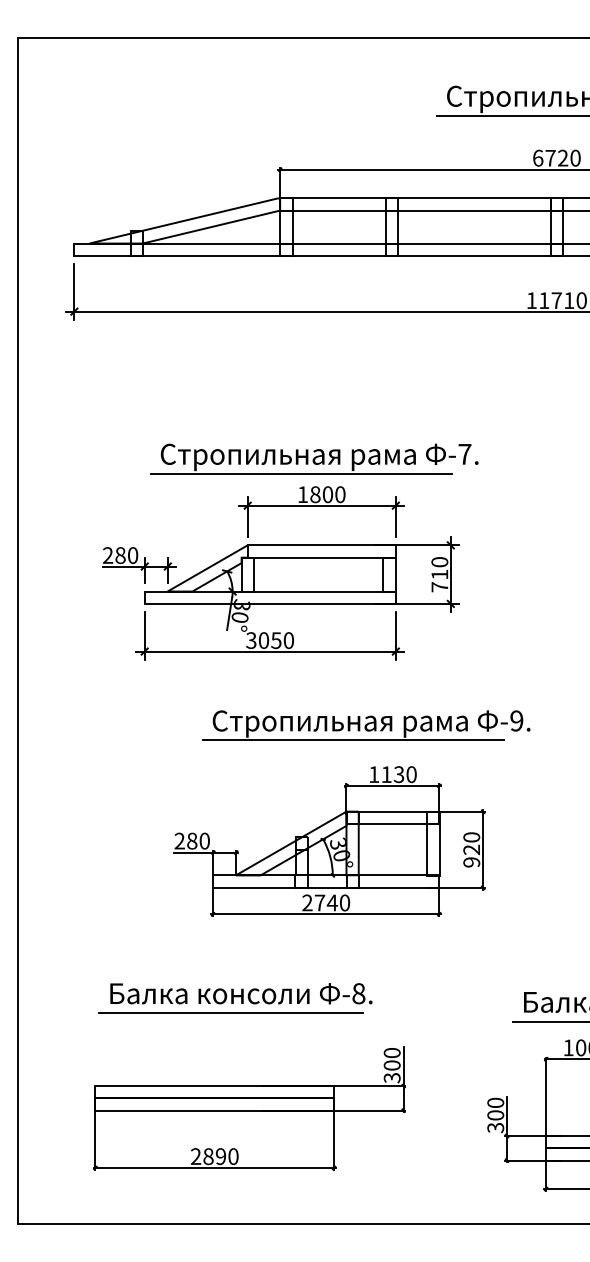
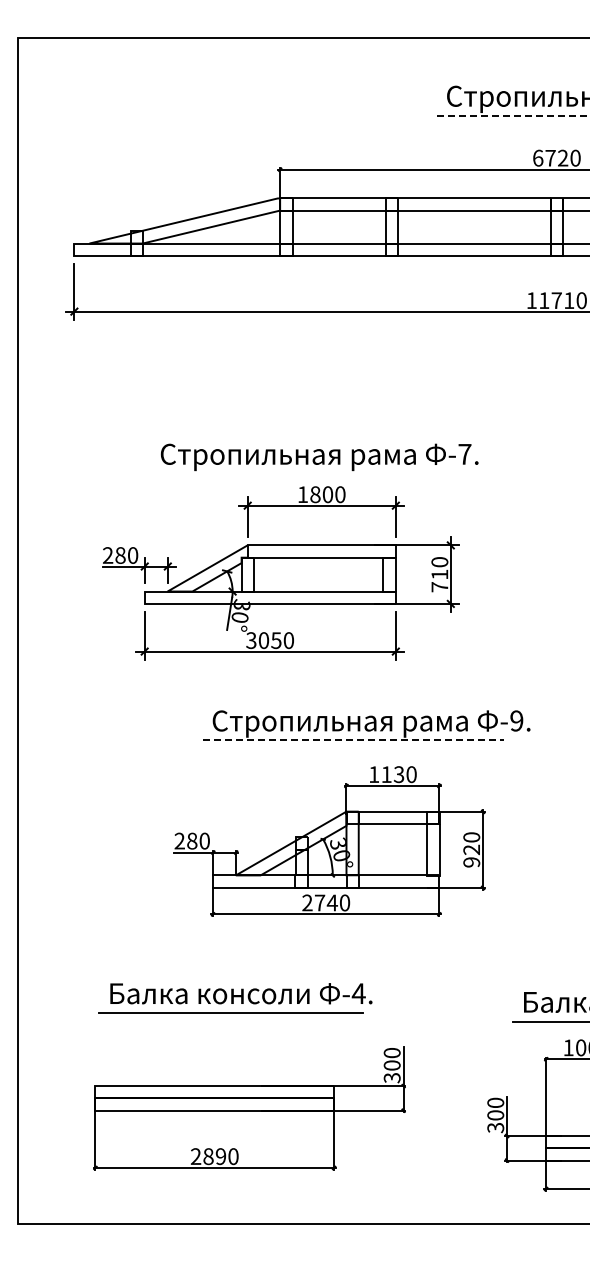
line at (513, 115): solid -> dashed
line at (301, 473): present -> none
line at (353, 740): solid -> dashed
text at (358, 993): -8. -> -4.
